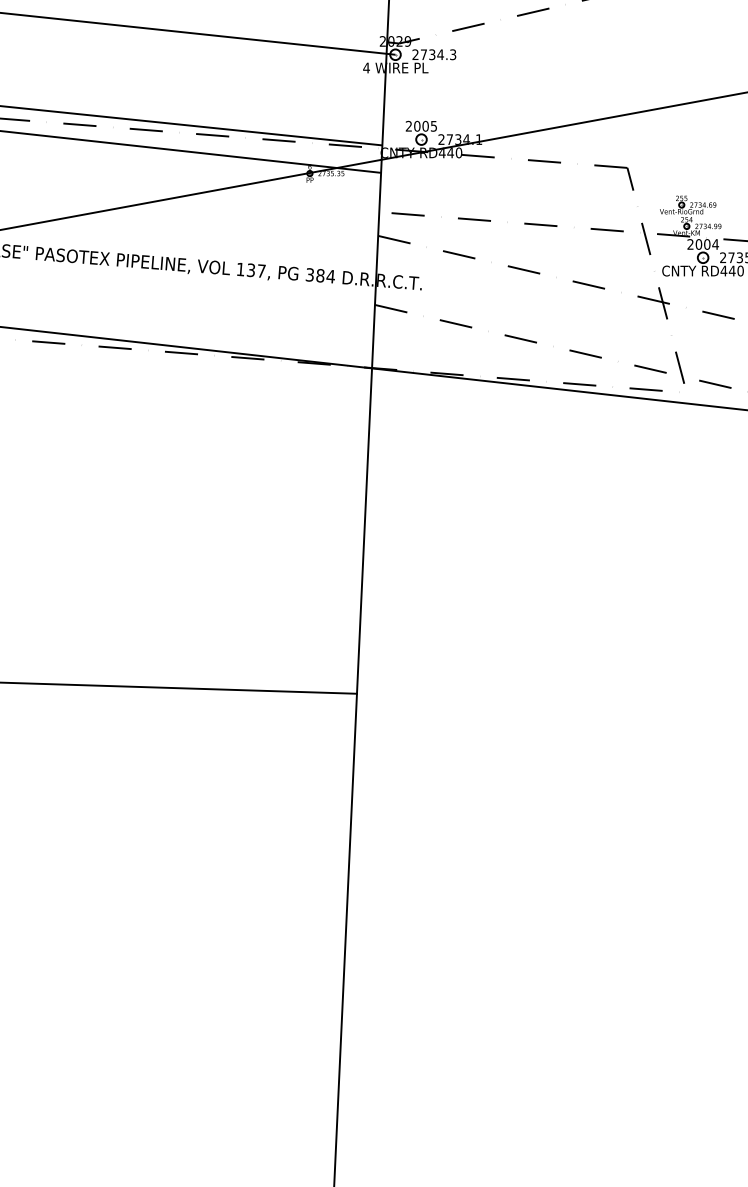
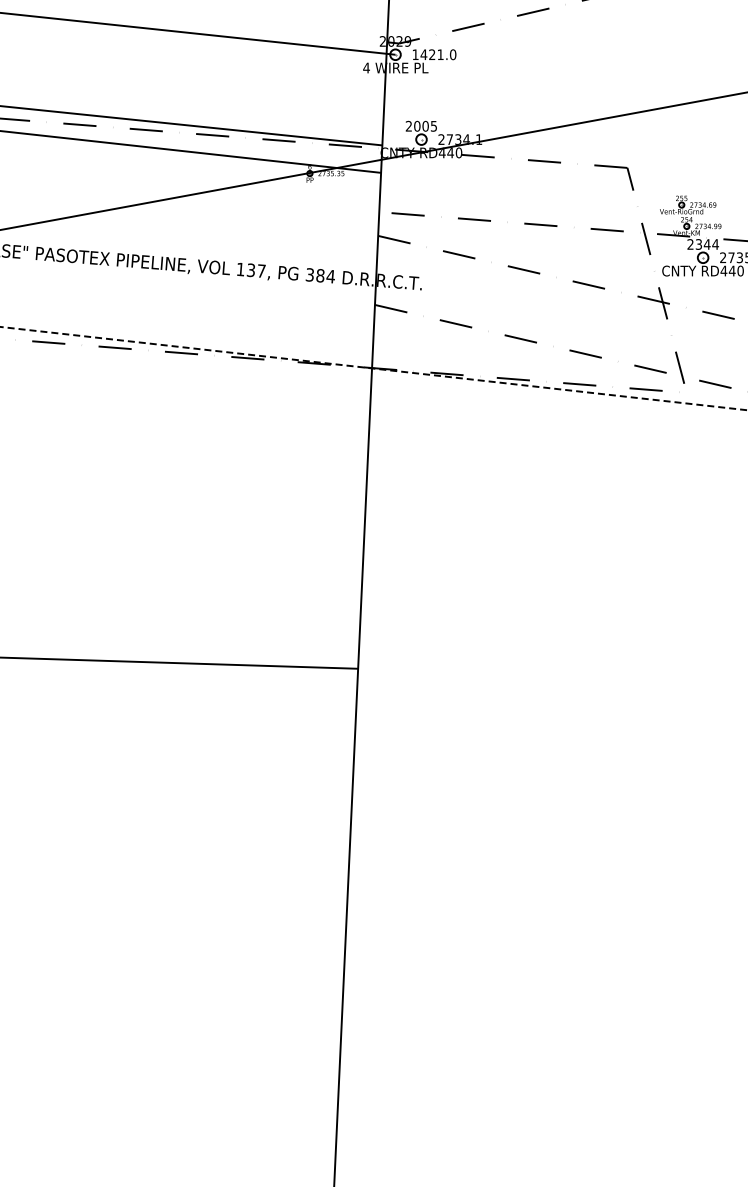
text at (434, 54): 2734.3 -> 1421.0
text at (702, 244): 2004 -> 2344
line at (374, 368): solid -> dashed
line at (179, 687) position: (179, 687) -> (179, 662)
